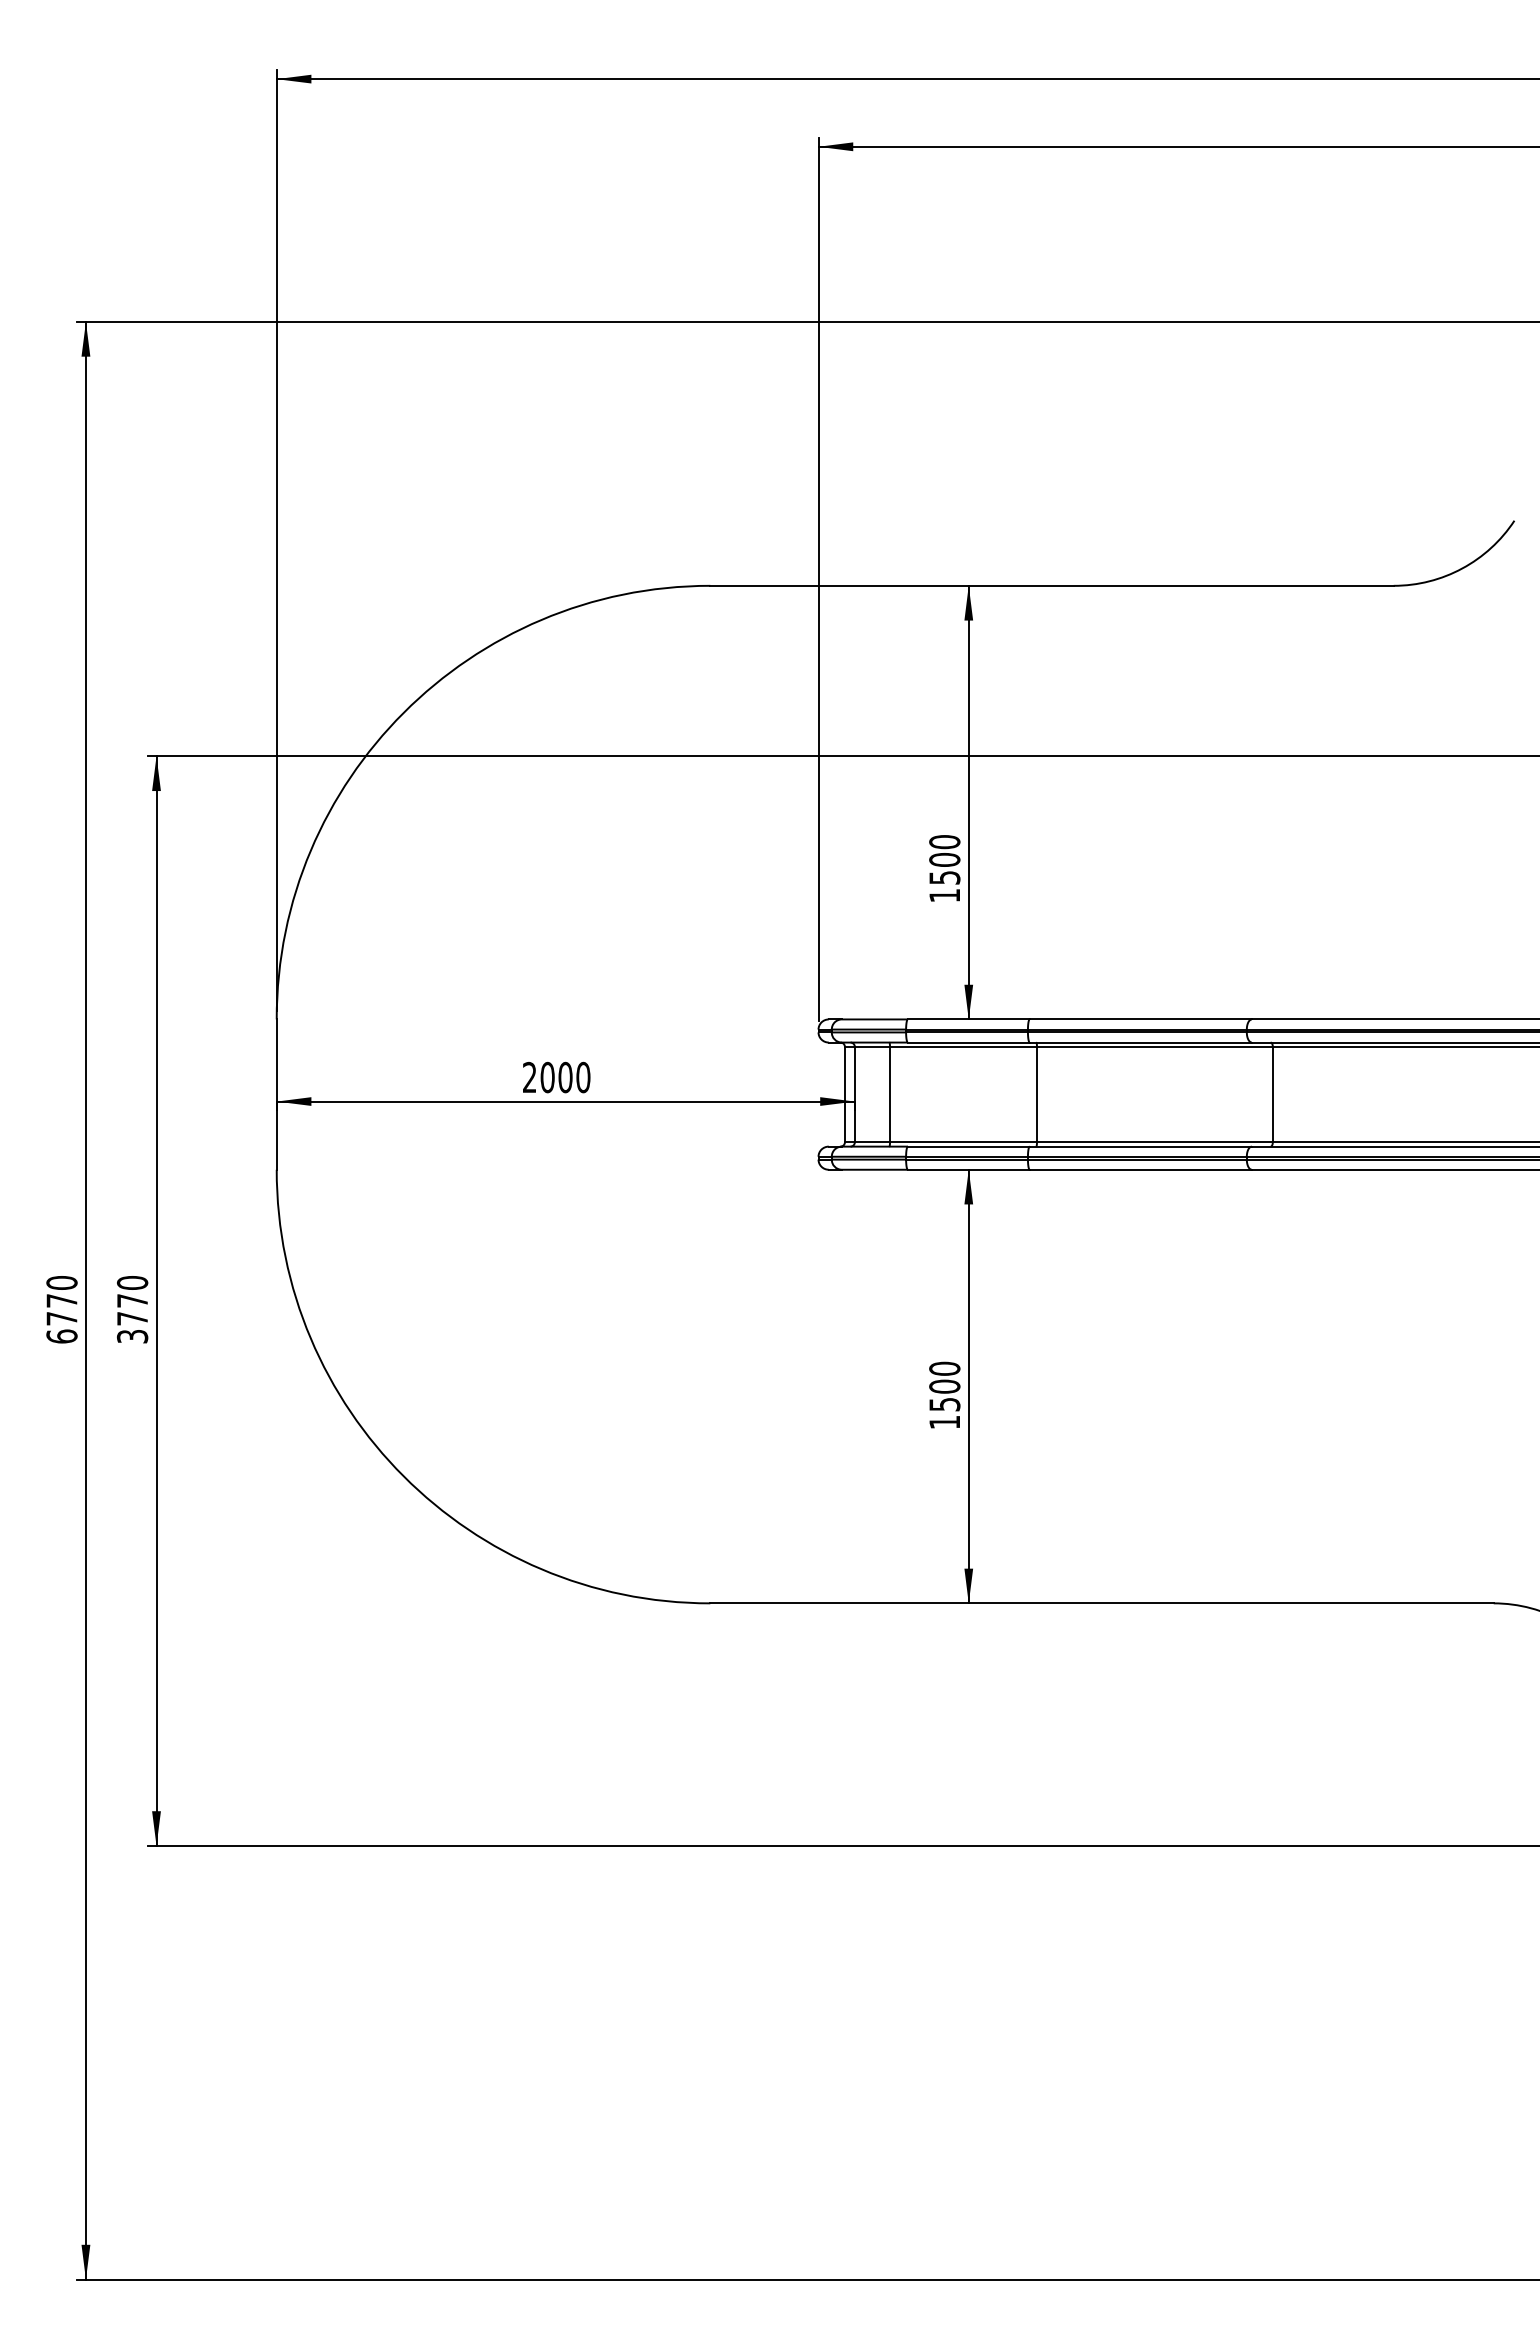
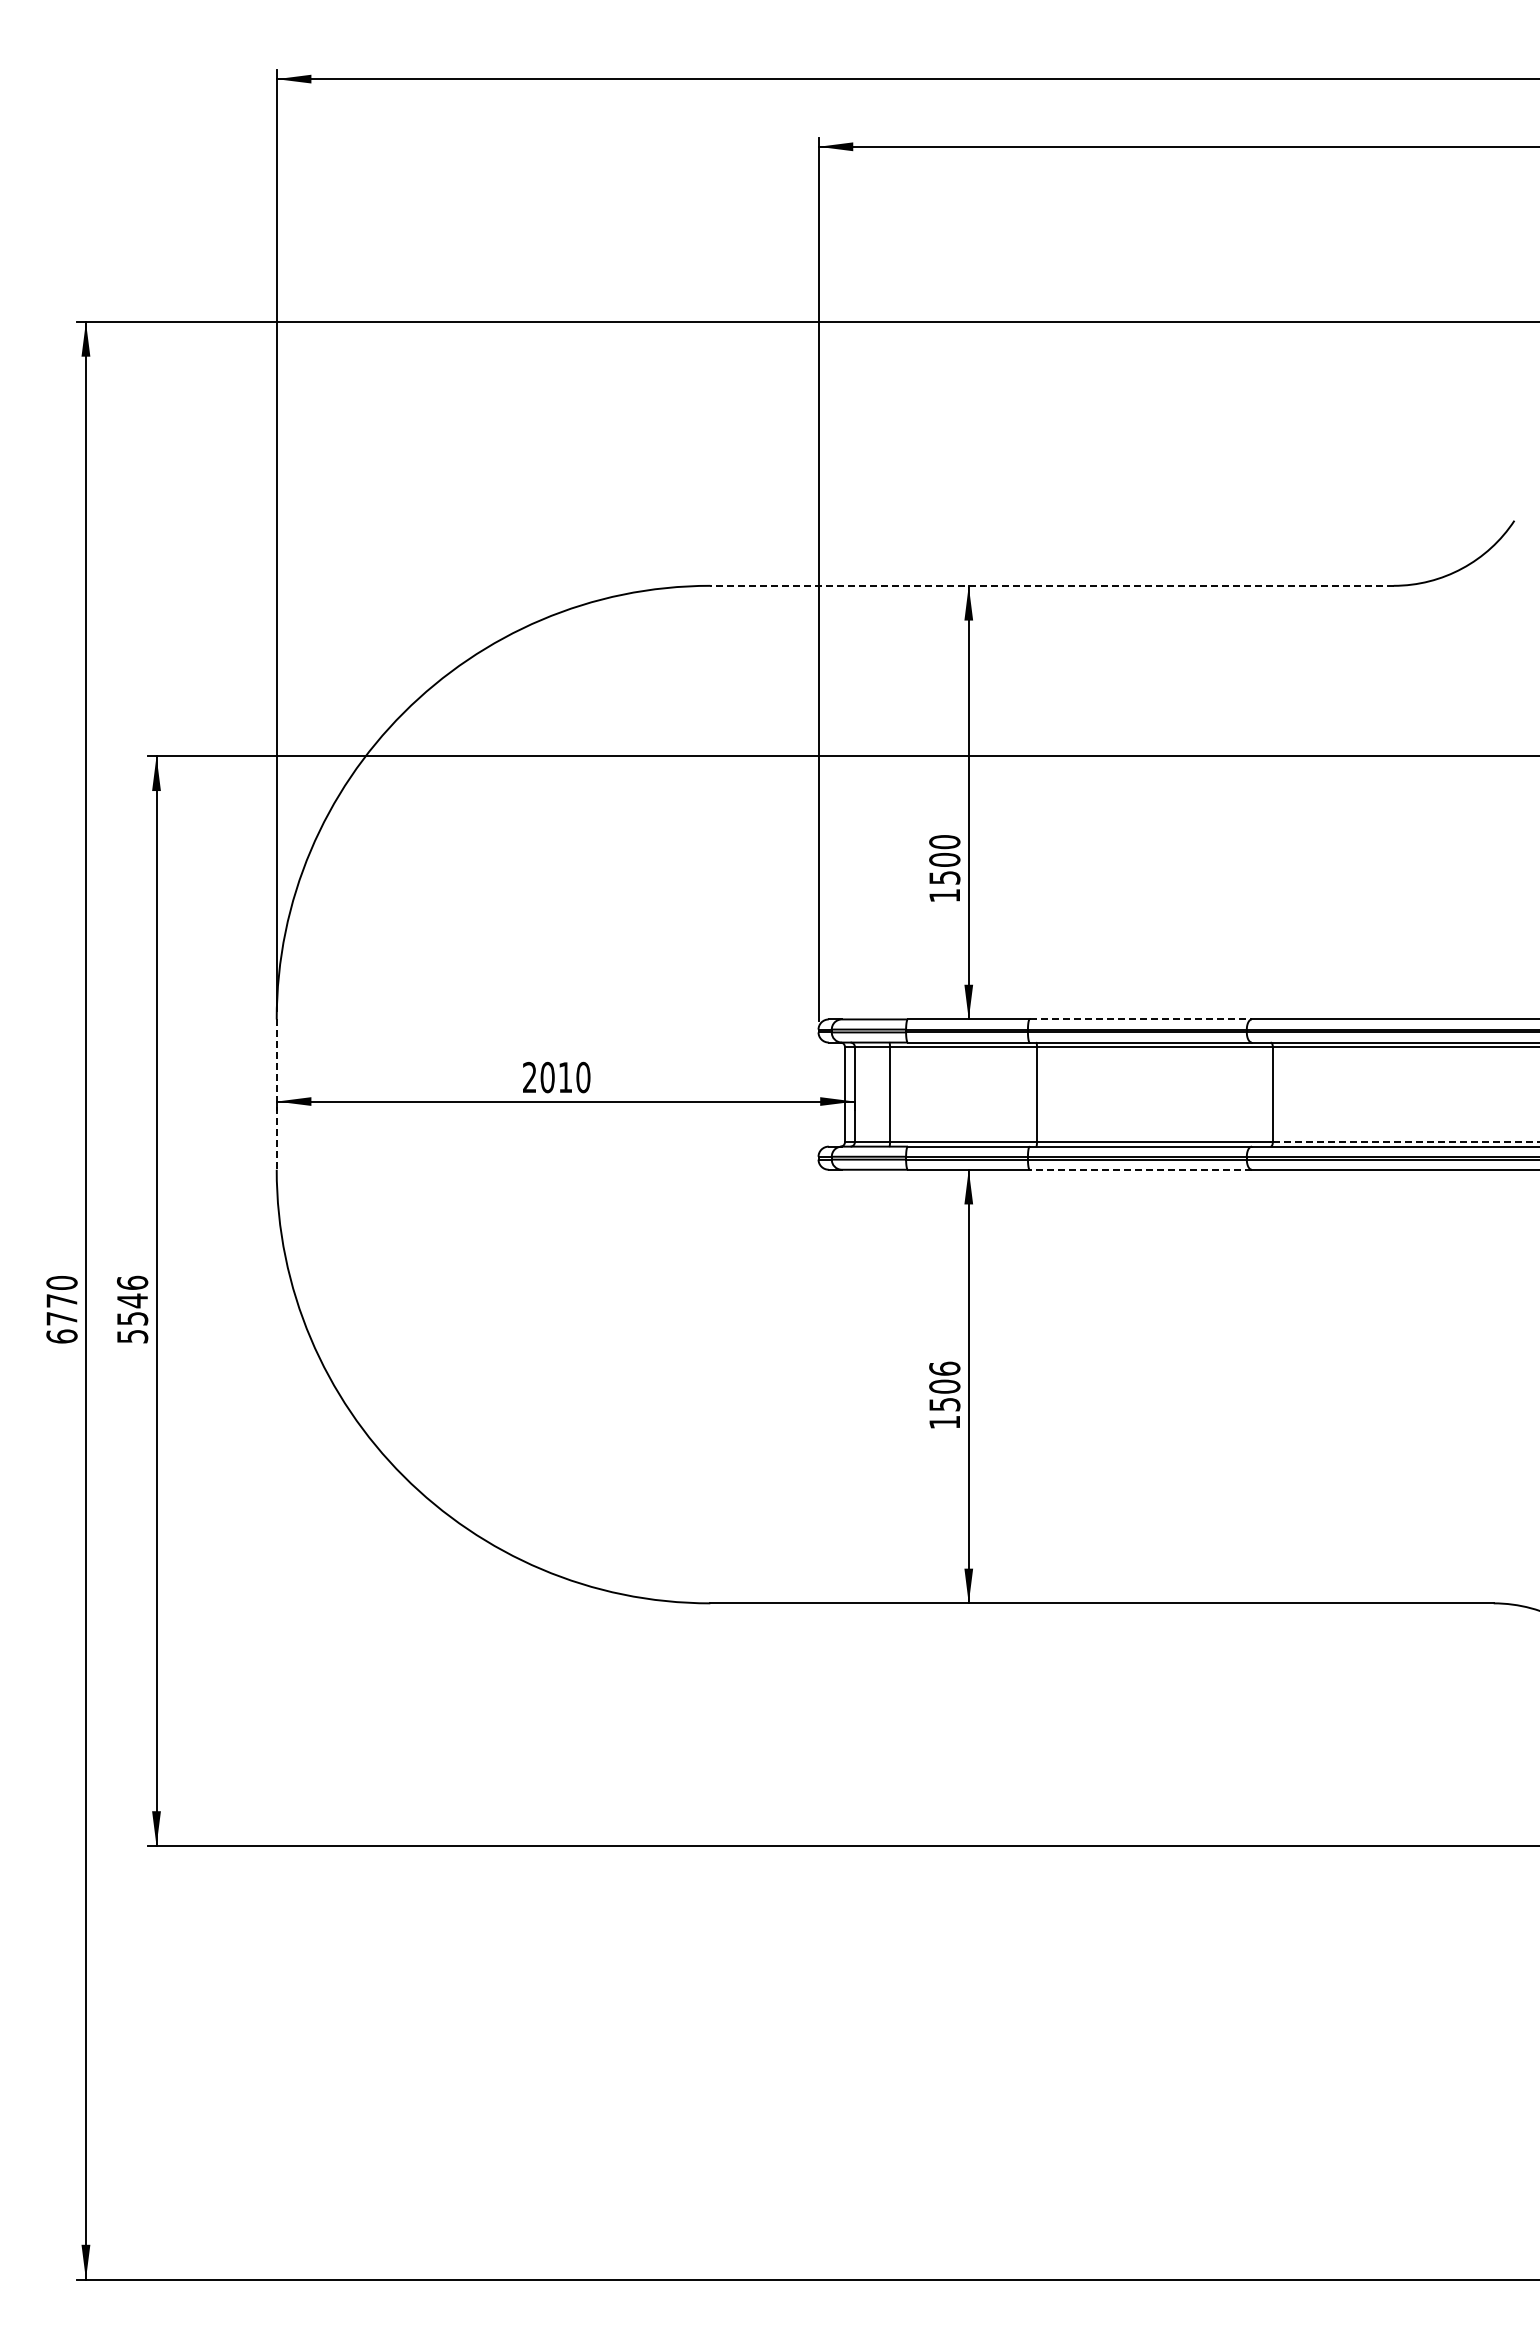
line at (1052, 585): solid -> dashed
line at (1141, 1019): solid -> dashed
text at (565, 1077): 2000 -> 2010
line at (276, 1095): solid -> dashed
line at (1406, 1142): solid -> dashed
line at (1140, 1169): solid -> dashed
text at (132, 1308): 3770 -> 5546
text at (944, 1368): 1500 -> 1506
